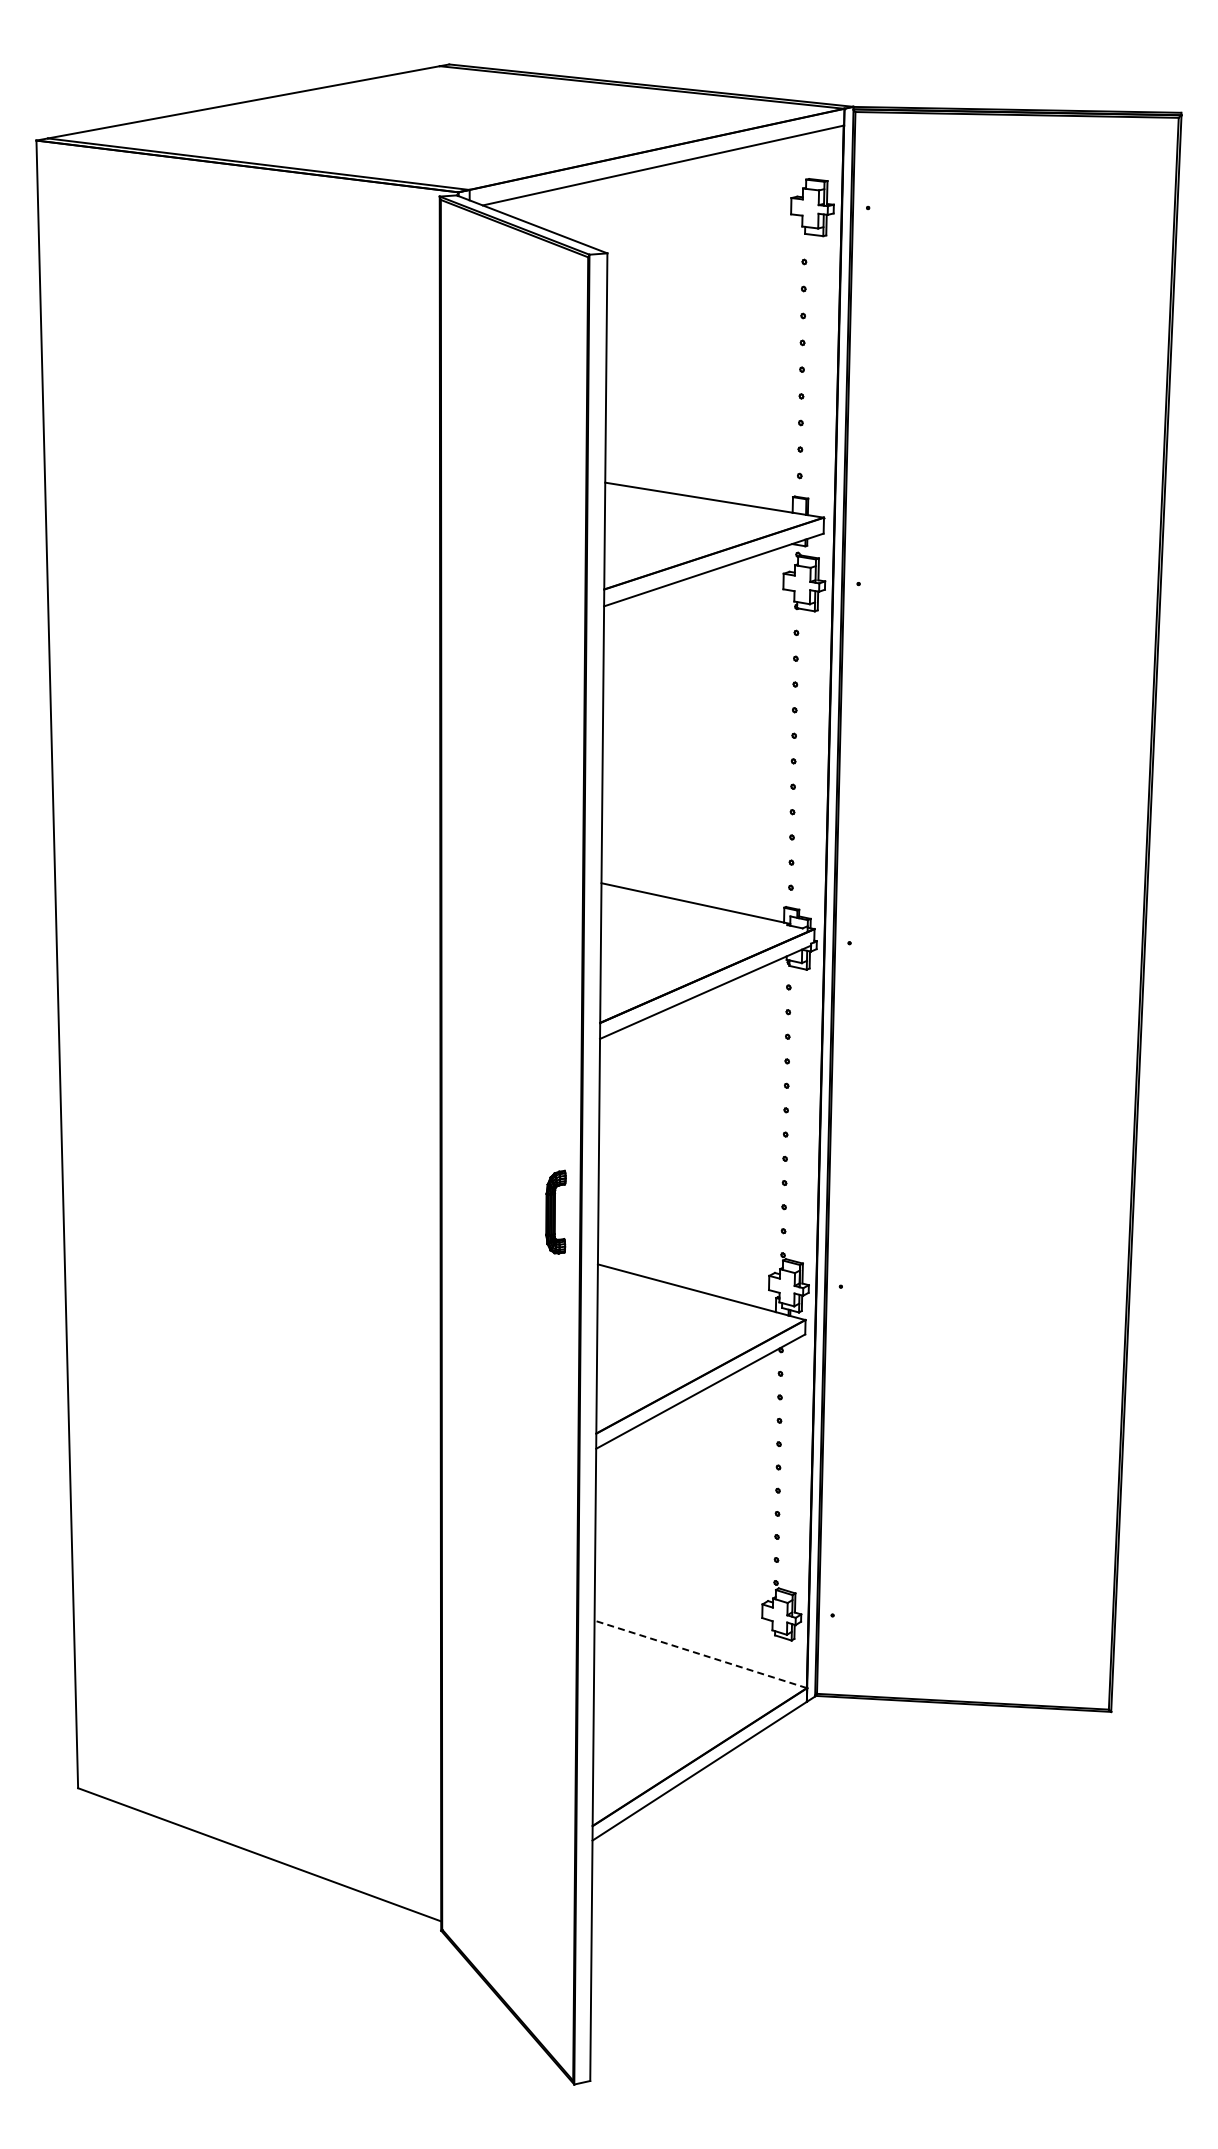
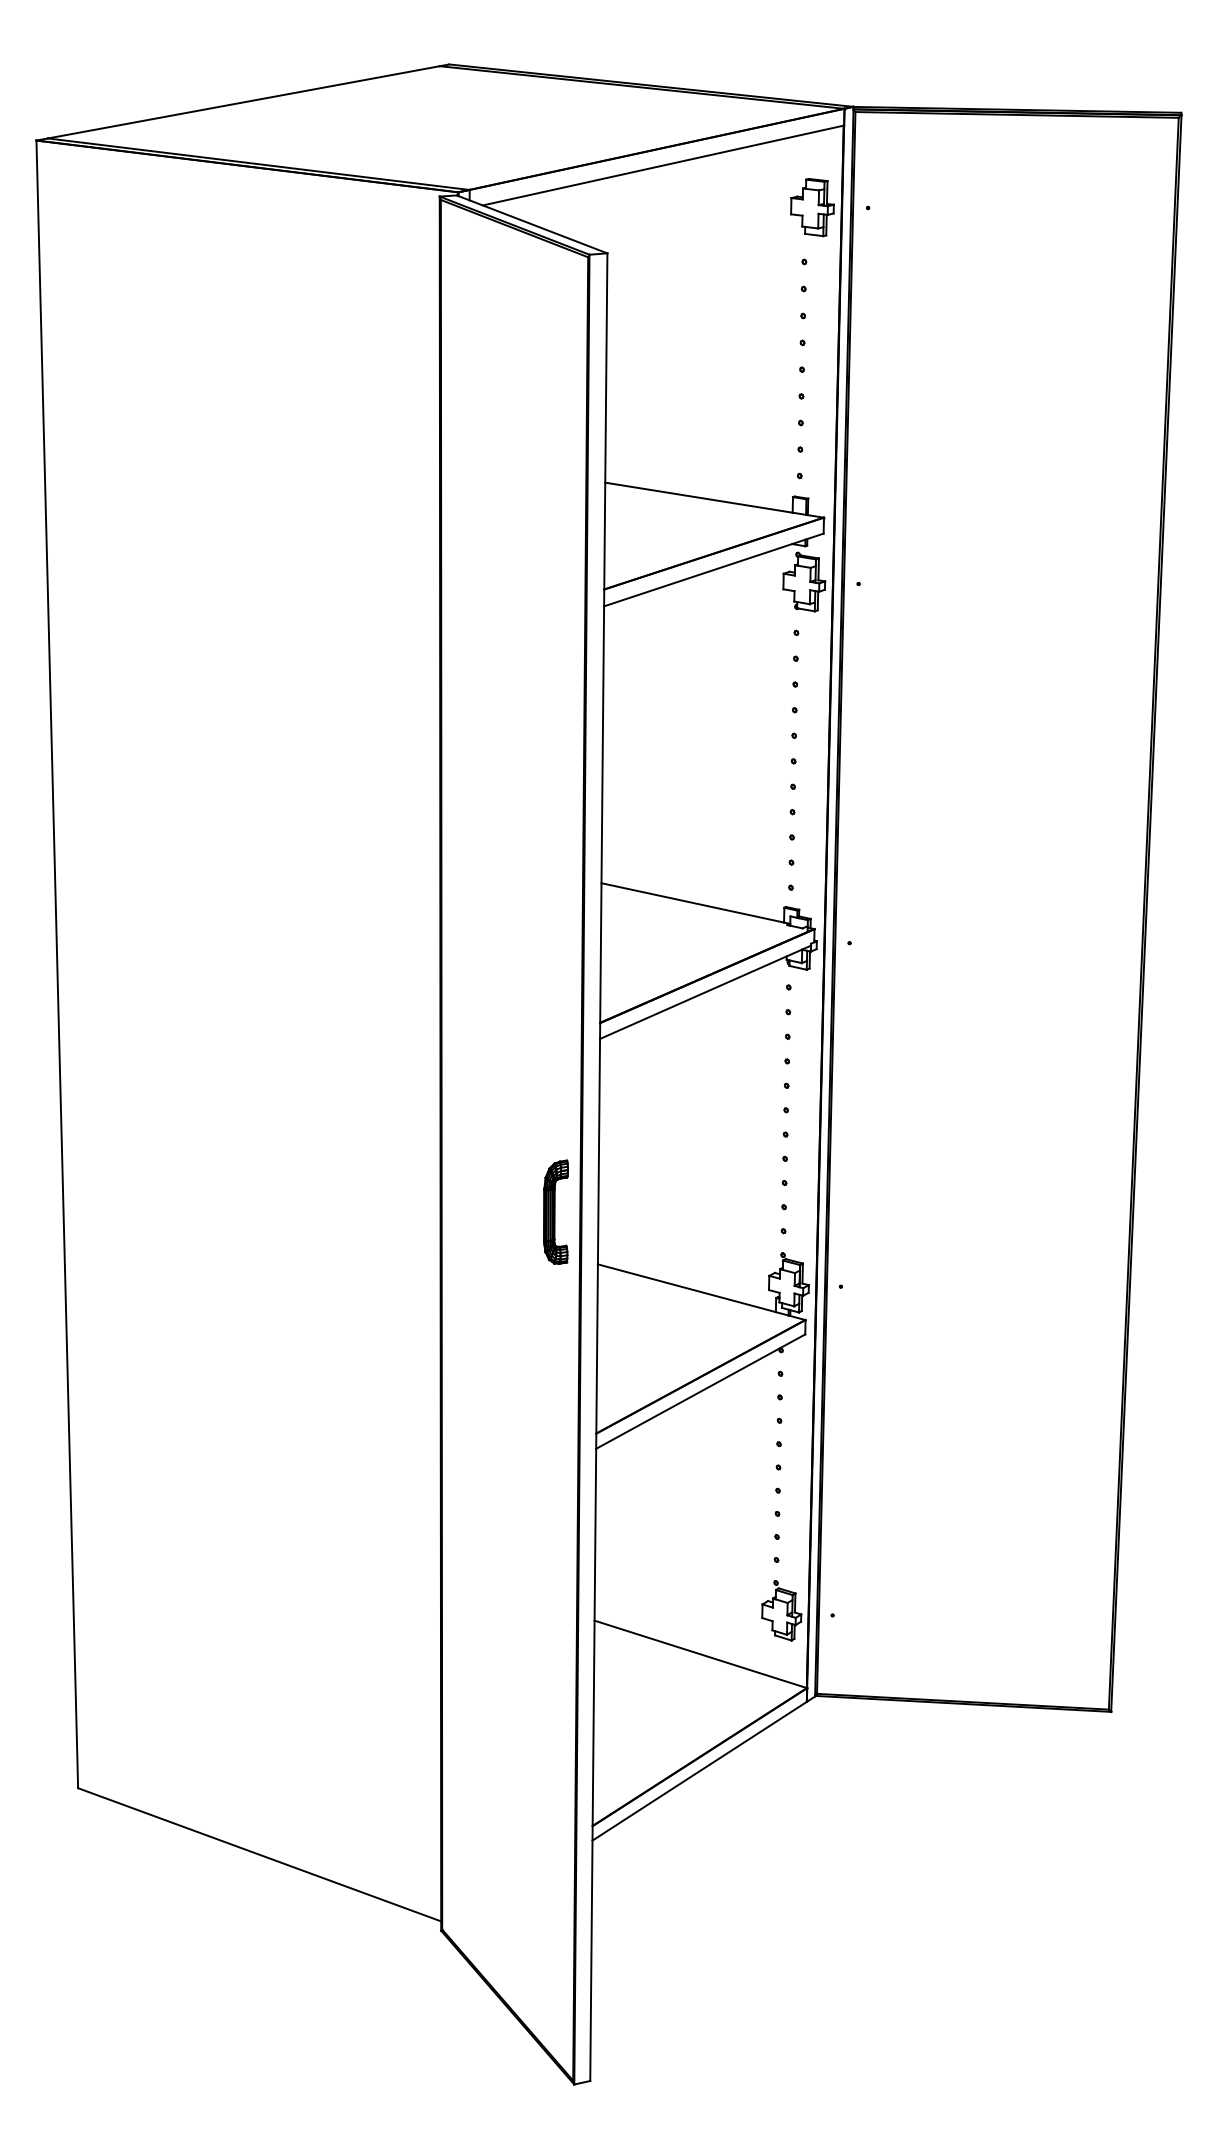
part at (555, 1211) size: 22x86 px -> 26x106 px
line at (700, 1654): dashed -> solid
